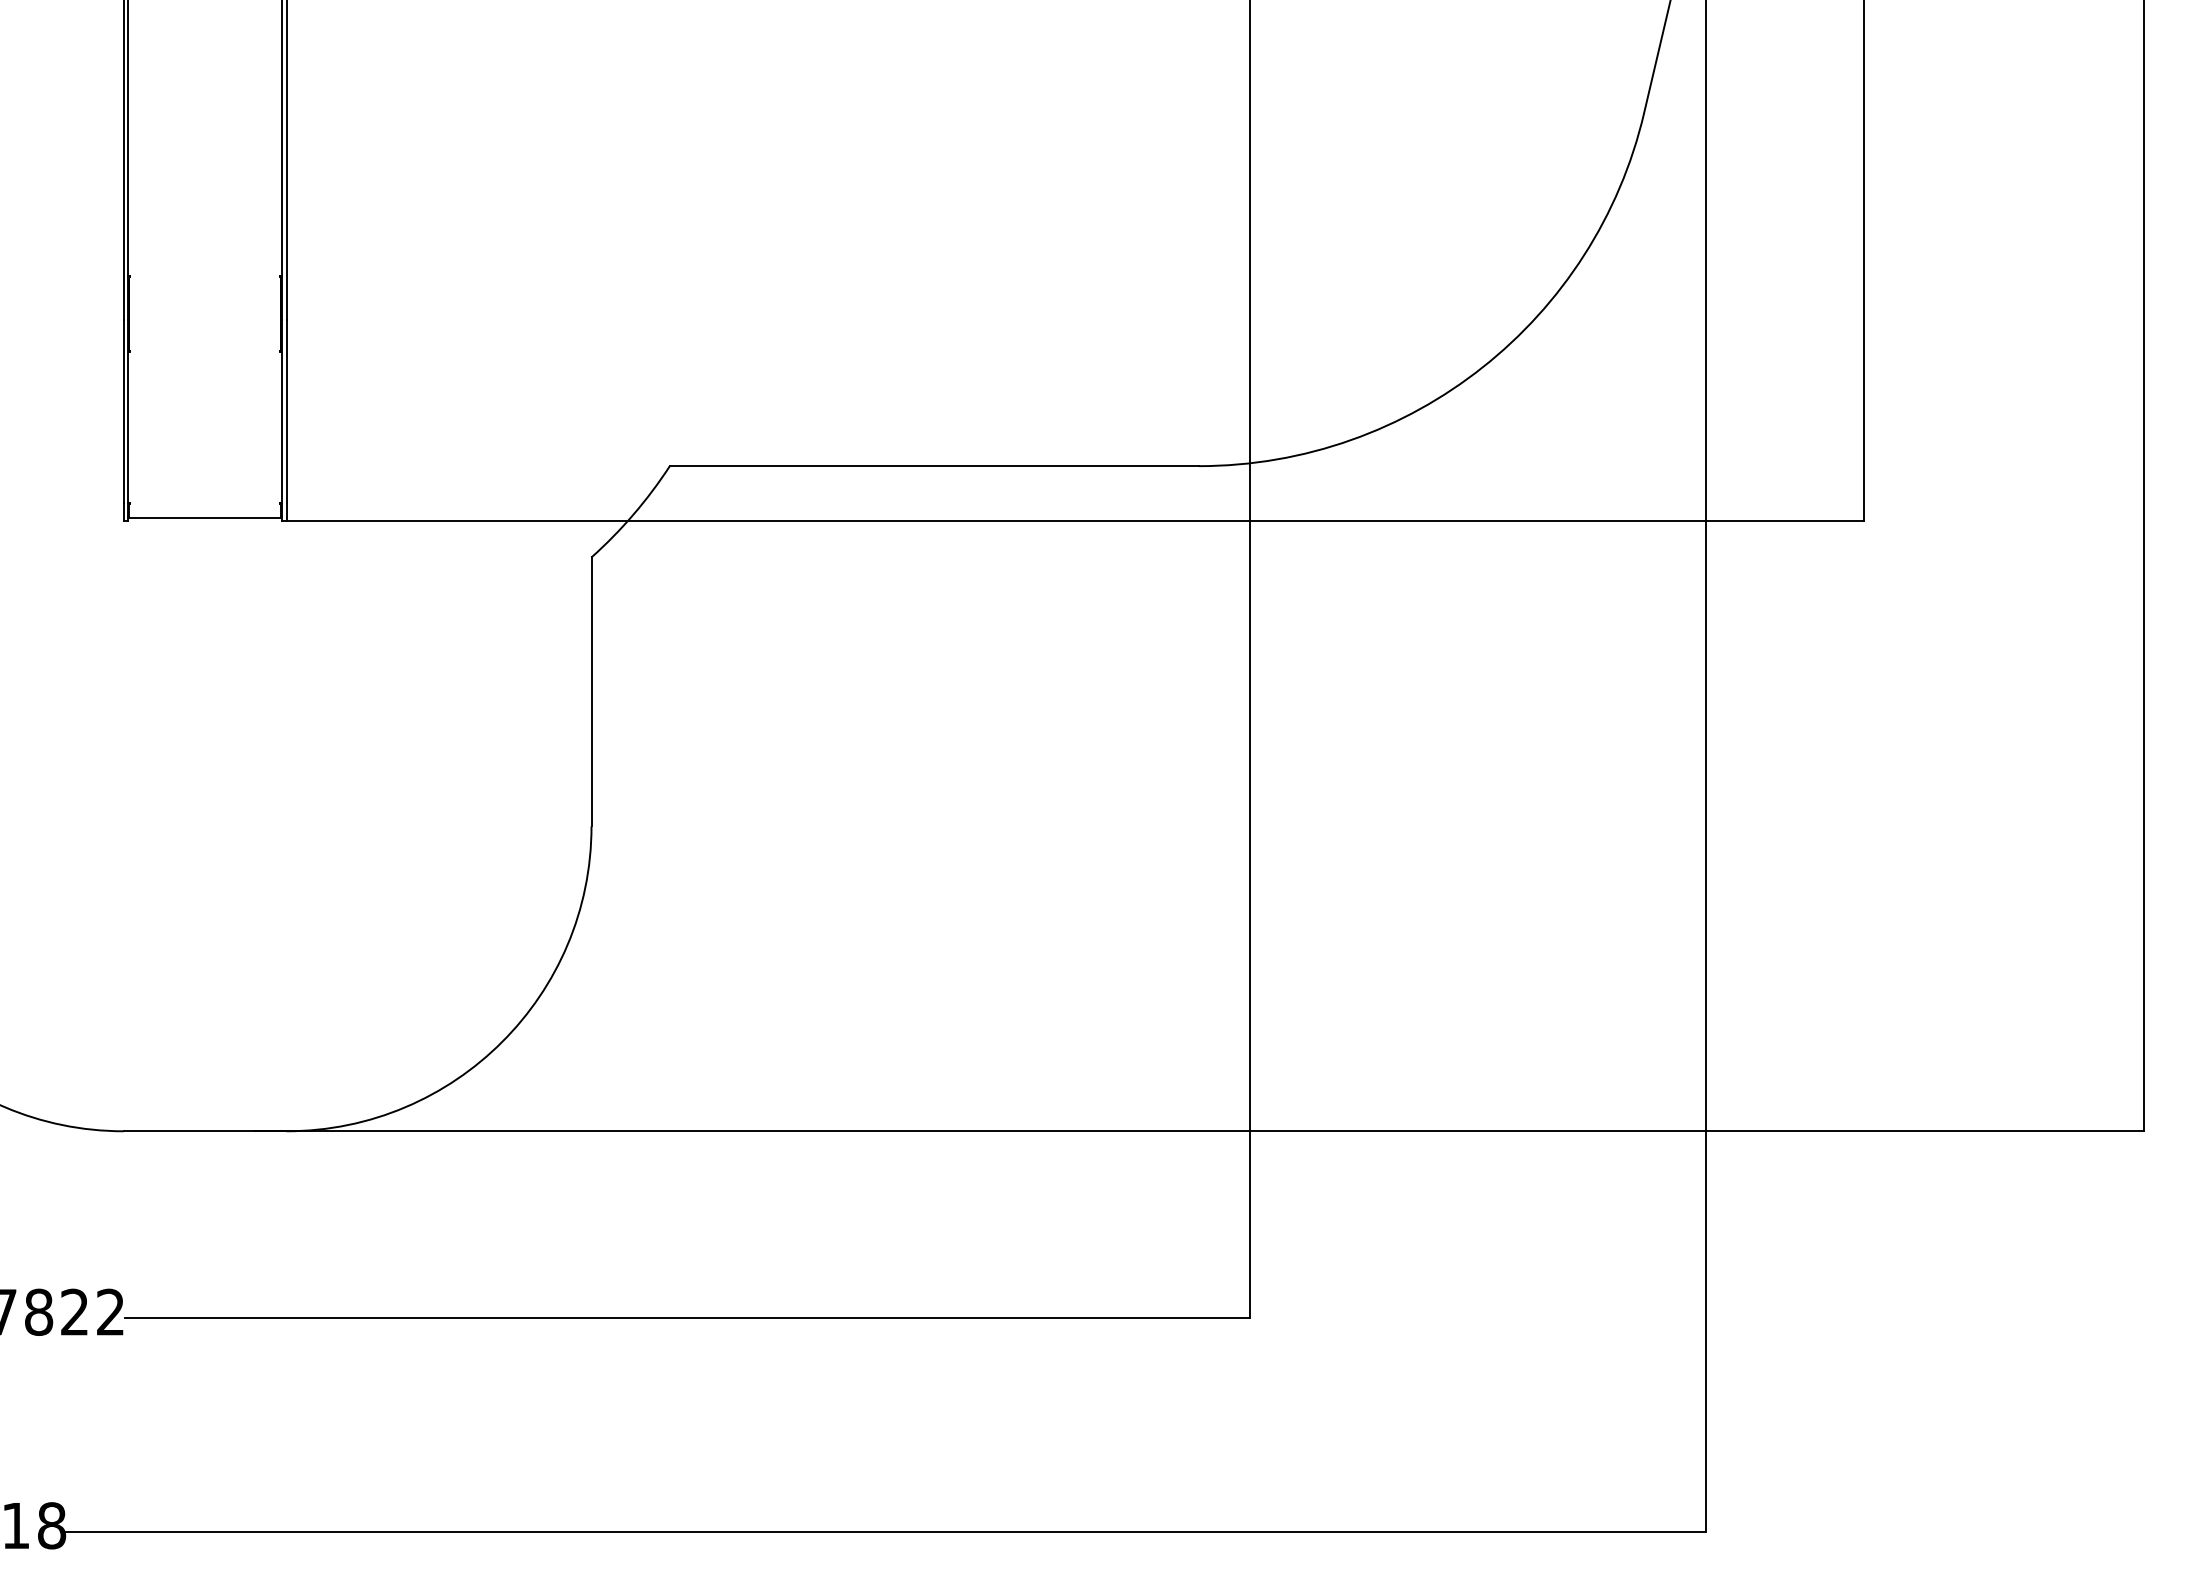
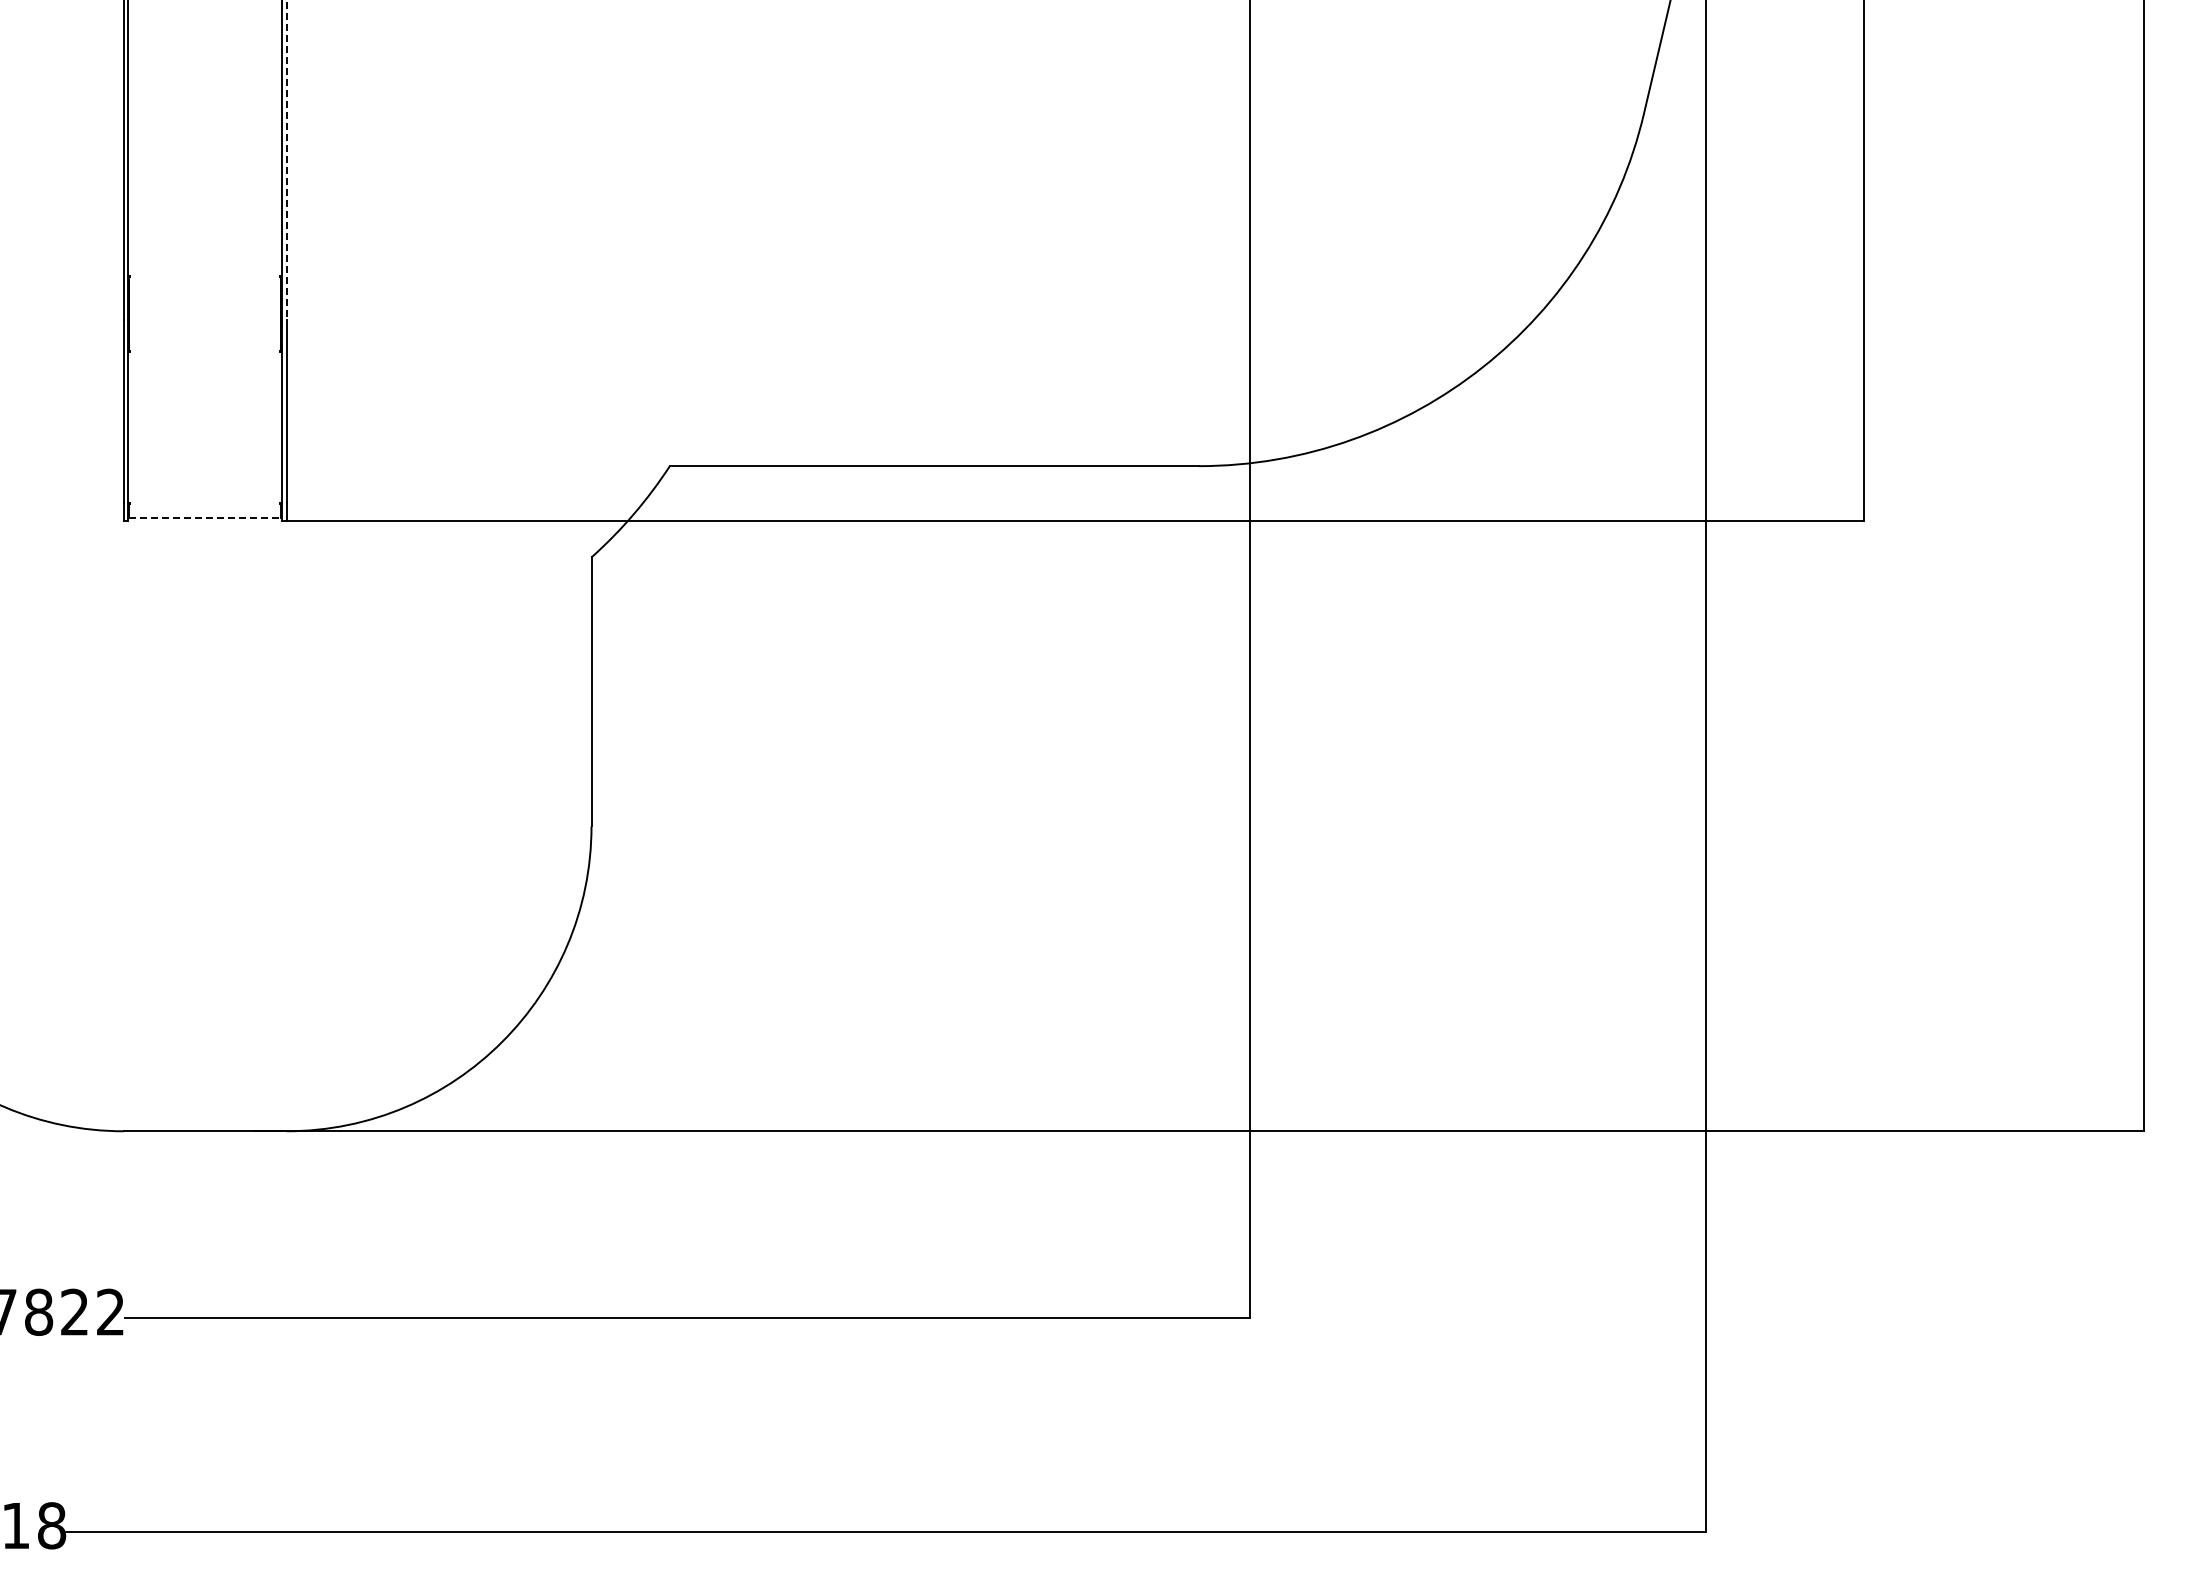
line at (286, 159): solid -> dashed
line at (205, 517): solid -> dashed
